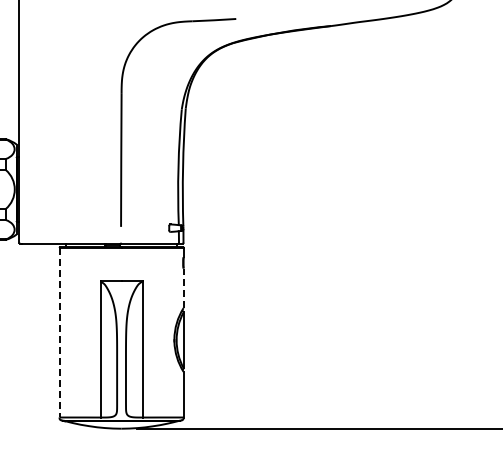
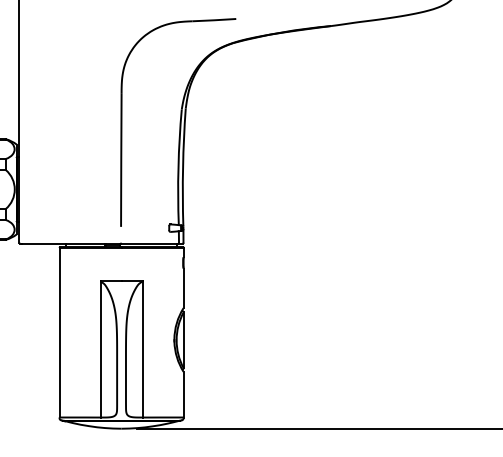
line at (183, 288): dashed -> solid
line at (59, 332): dashed -> solid
